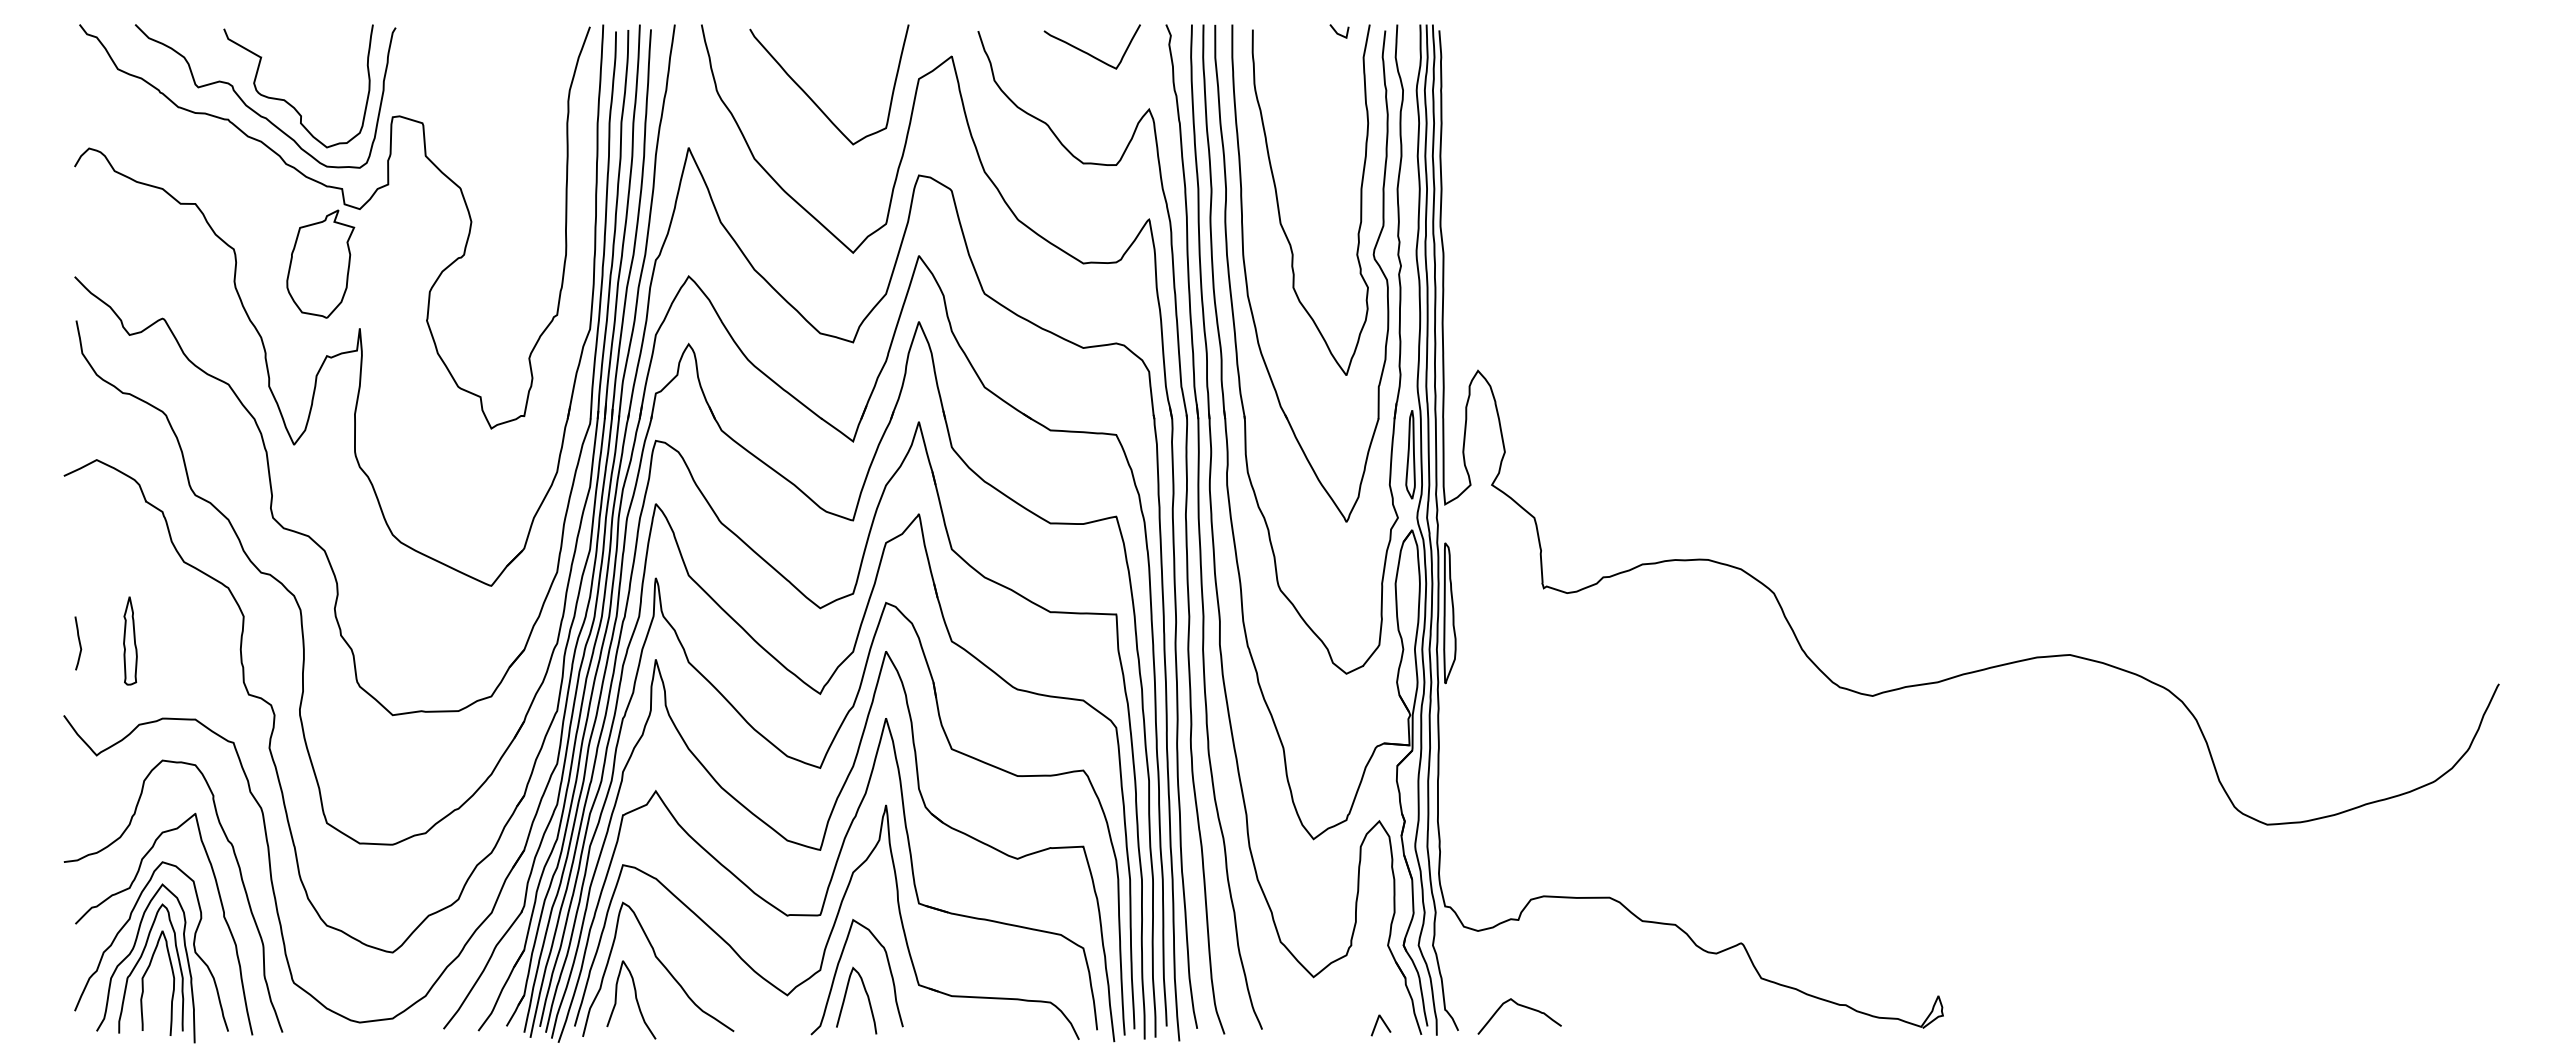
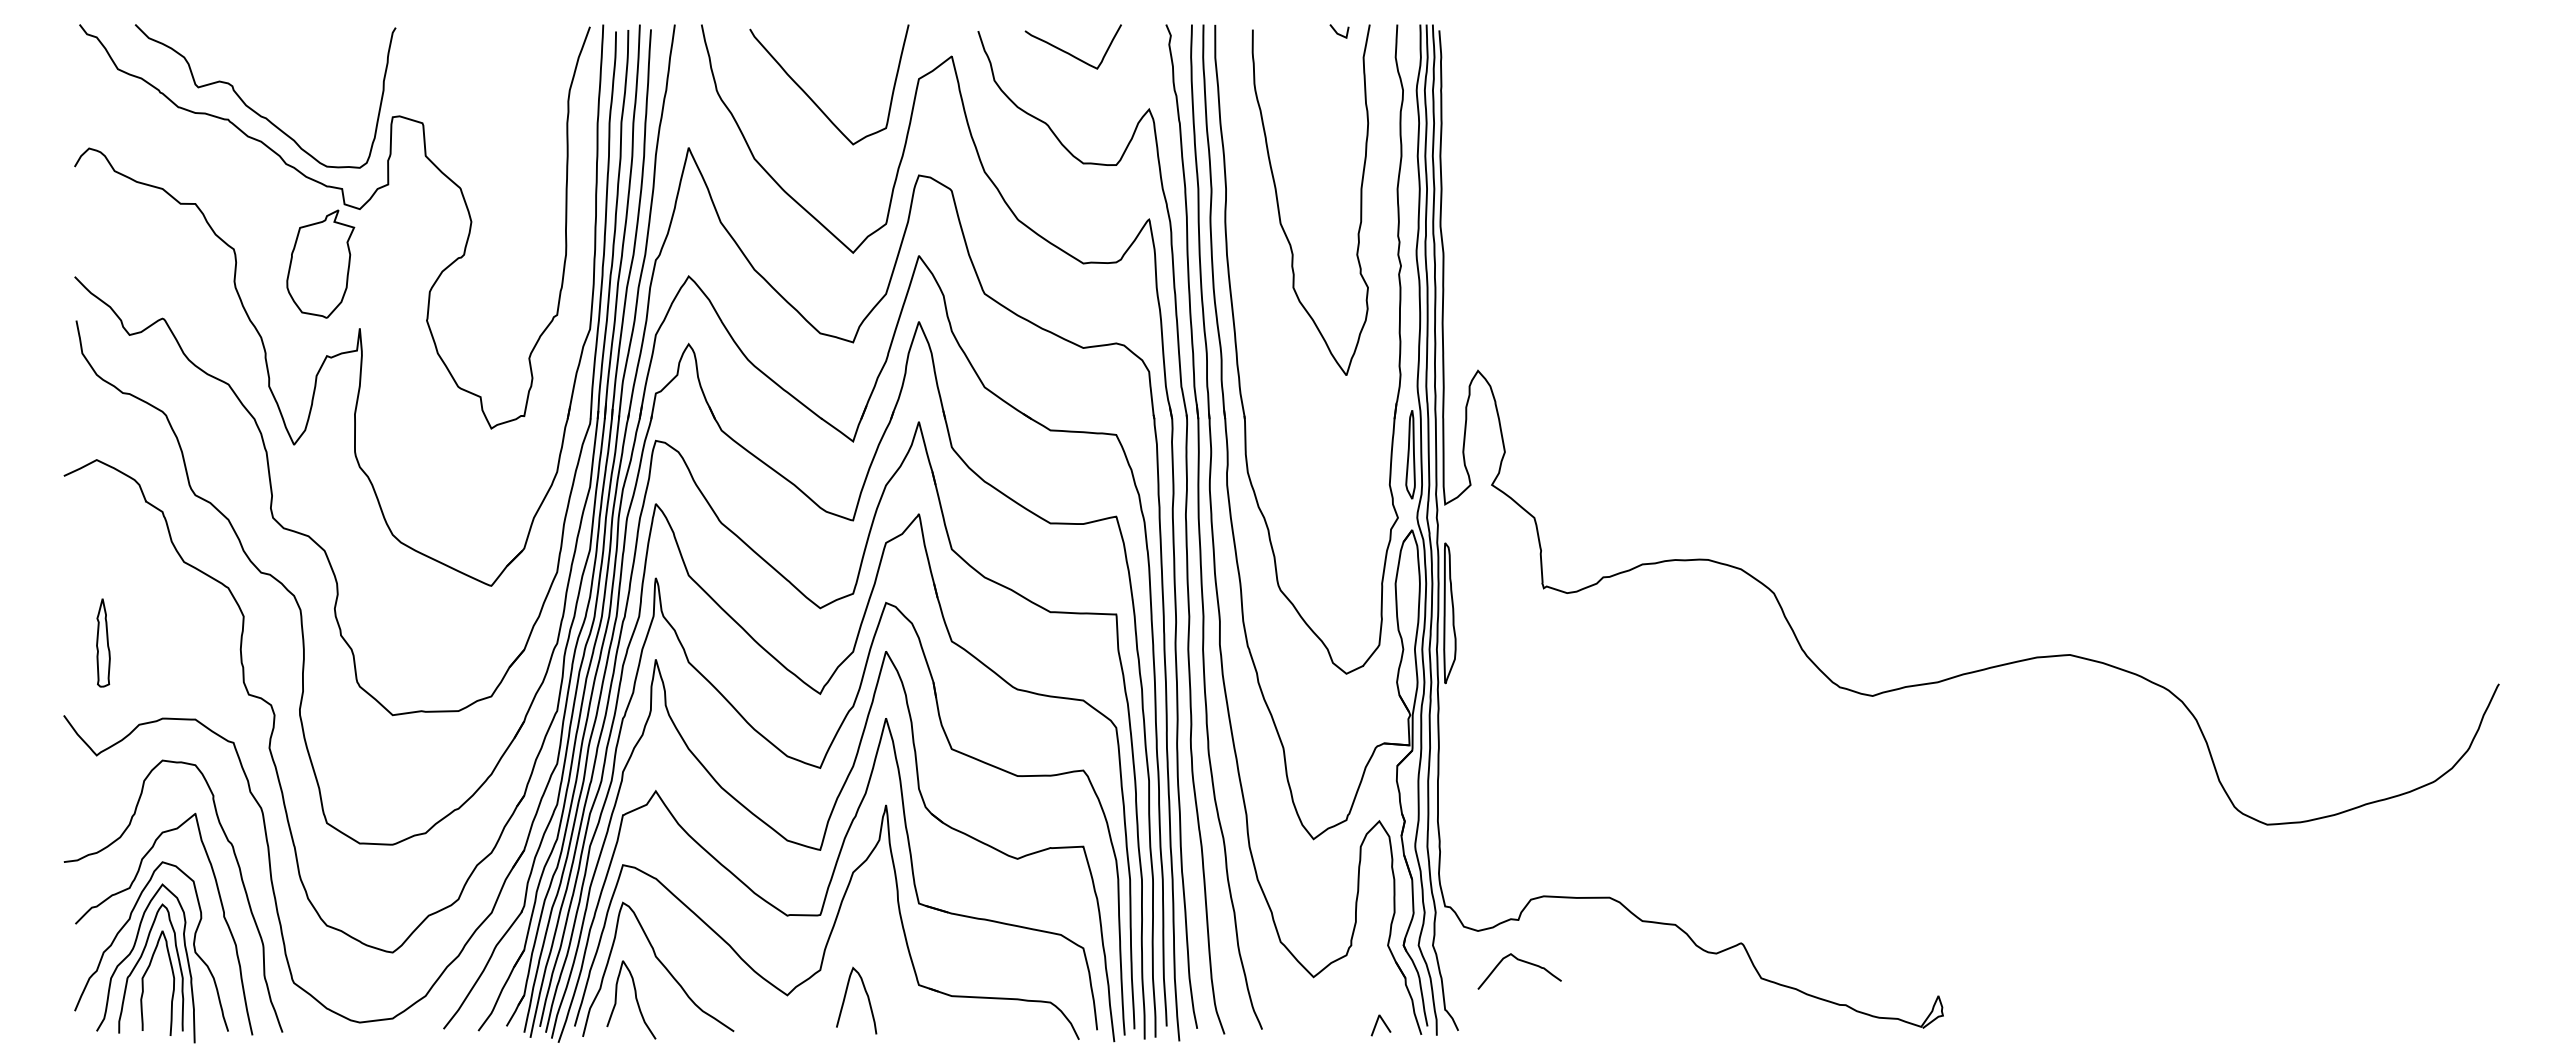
curve at (1087, 52) position: (1087, 52) -> (1068, 52)
curve at (286, 100): present -> none
part at (1247, 280): present -> none
part at (130, 640) position: (130, 640) -> (103, 642)
curve at (78, 642): present -> none
curve at (837, 970): present -> none
curve at (1523, 1007) position: (1523, 1007) -> (1523, 962)
